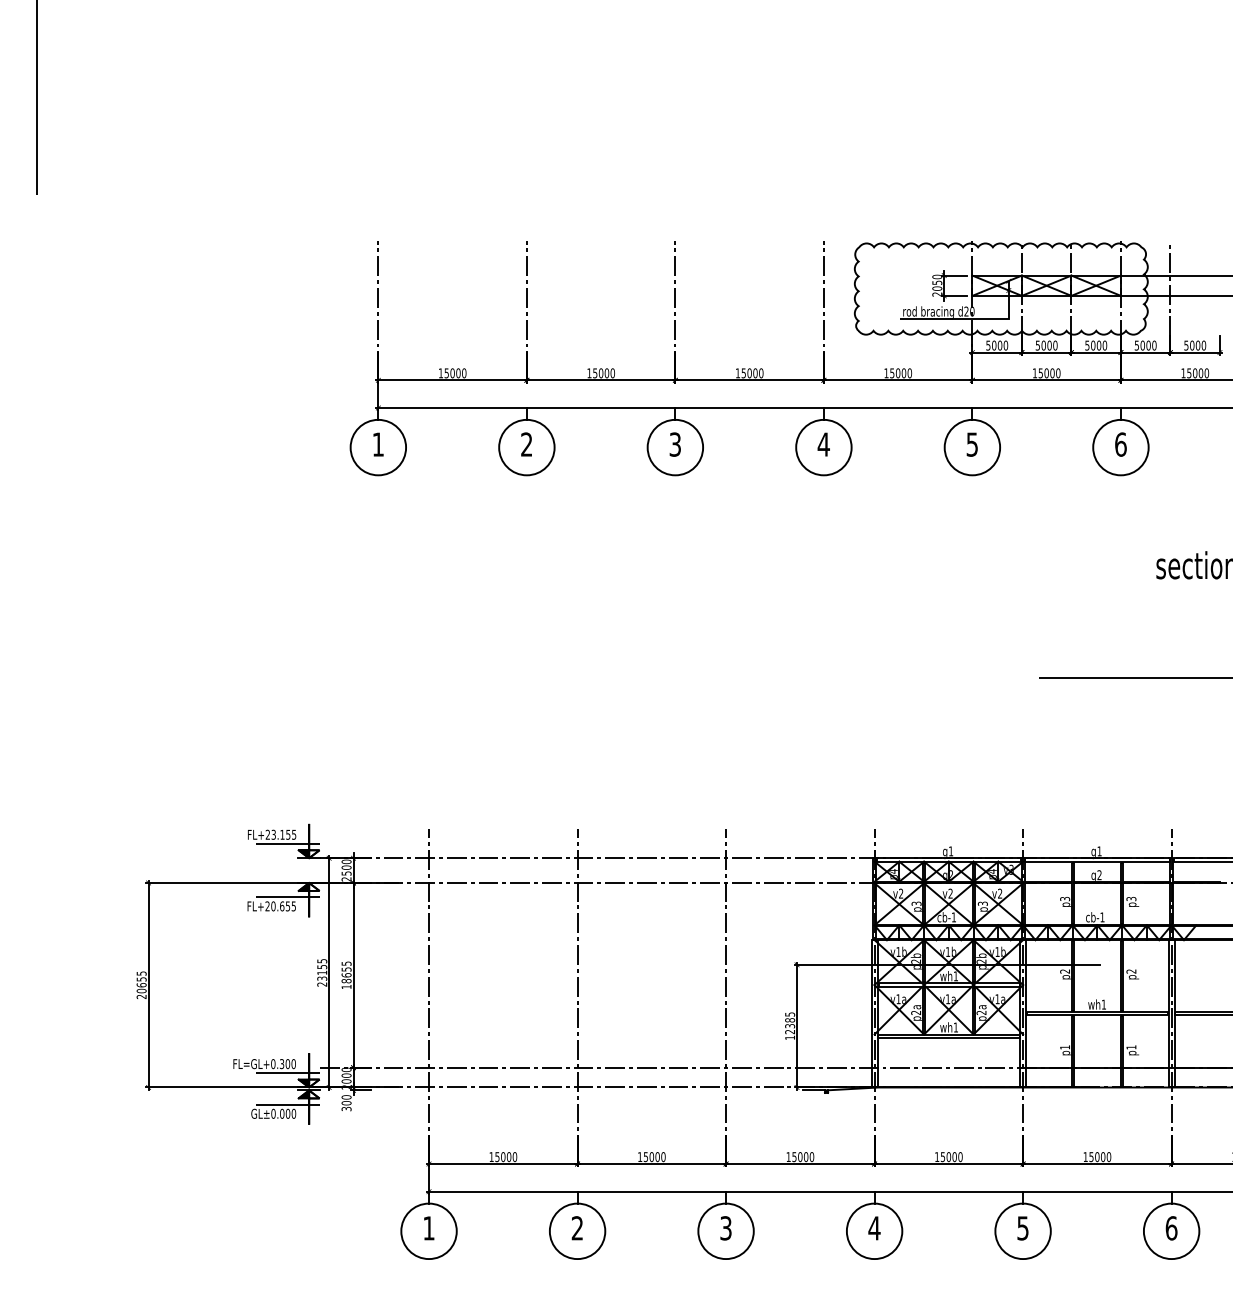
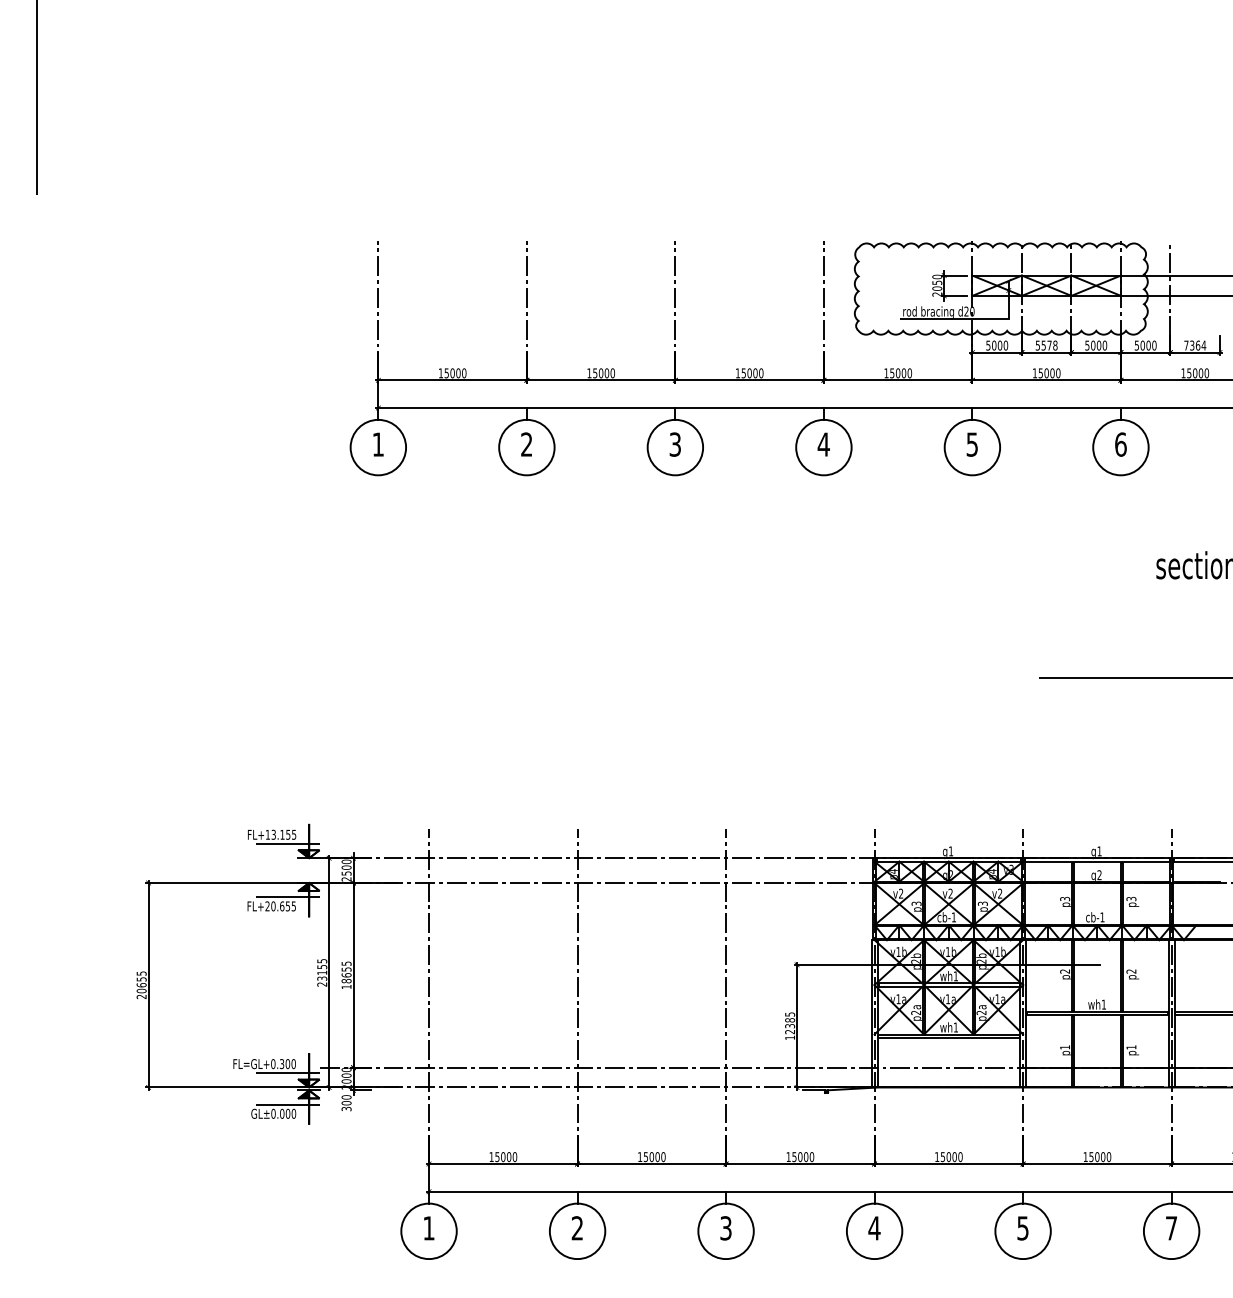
text at (1049, 345): 5000 -> 5578
text at (1195, 345): 5000 -> 7364
text at (267, 834): FL+23.155 -> FL+13.155
text at (1171, 1228): 6 -> 7
